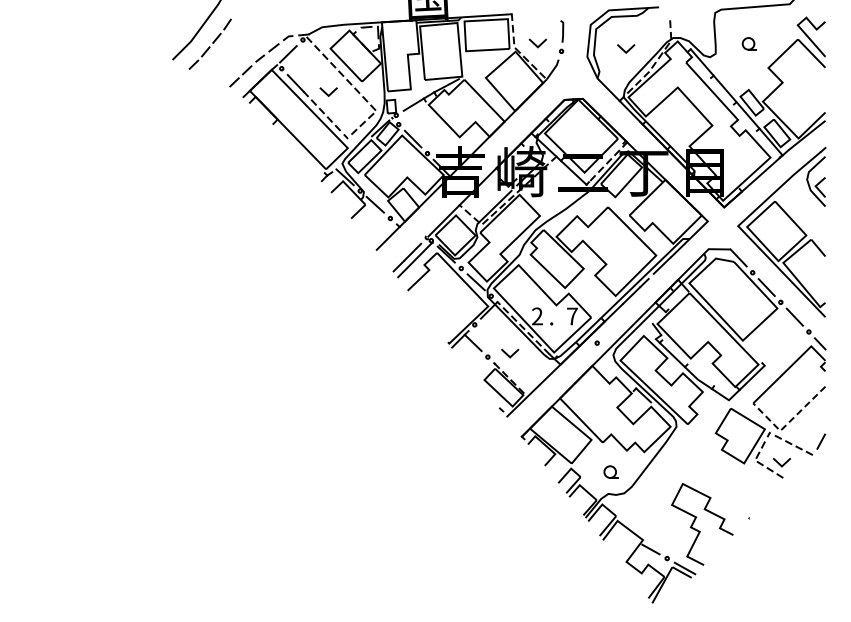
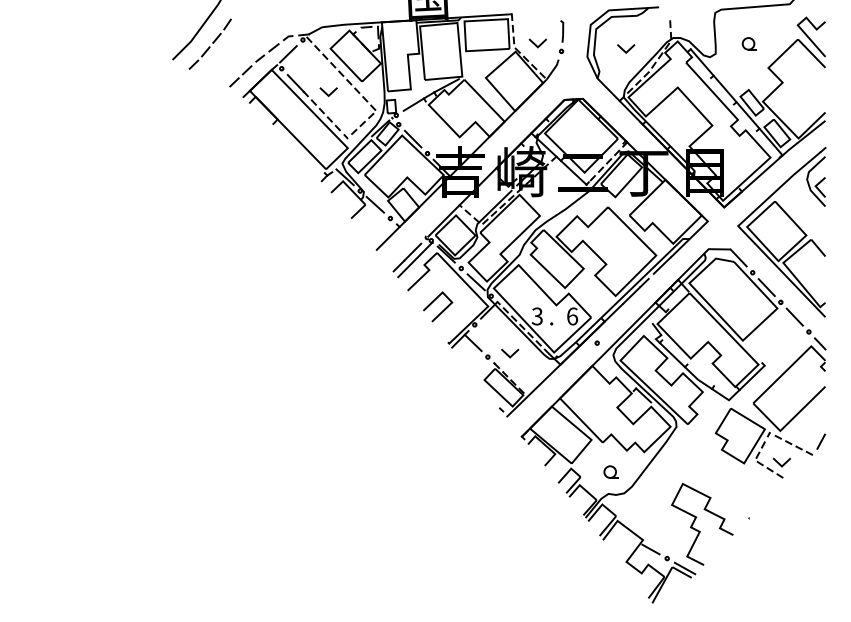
line at (442, 310): none -> present
text at (536, 316): 2 -> 3
text at (572, 316): 7 -> 6
line at (788, 422): dashed -> solid
